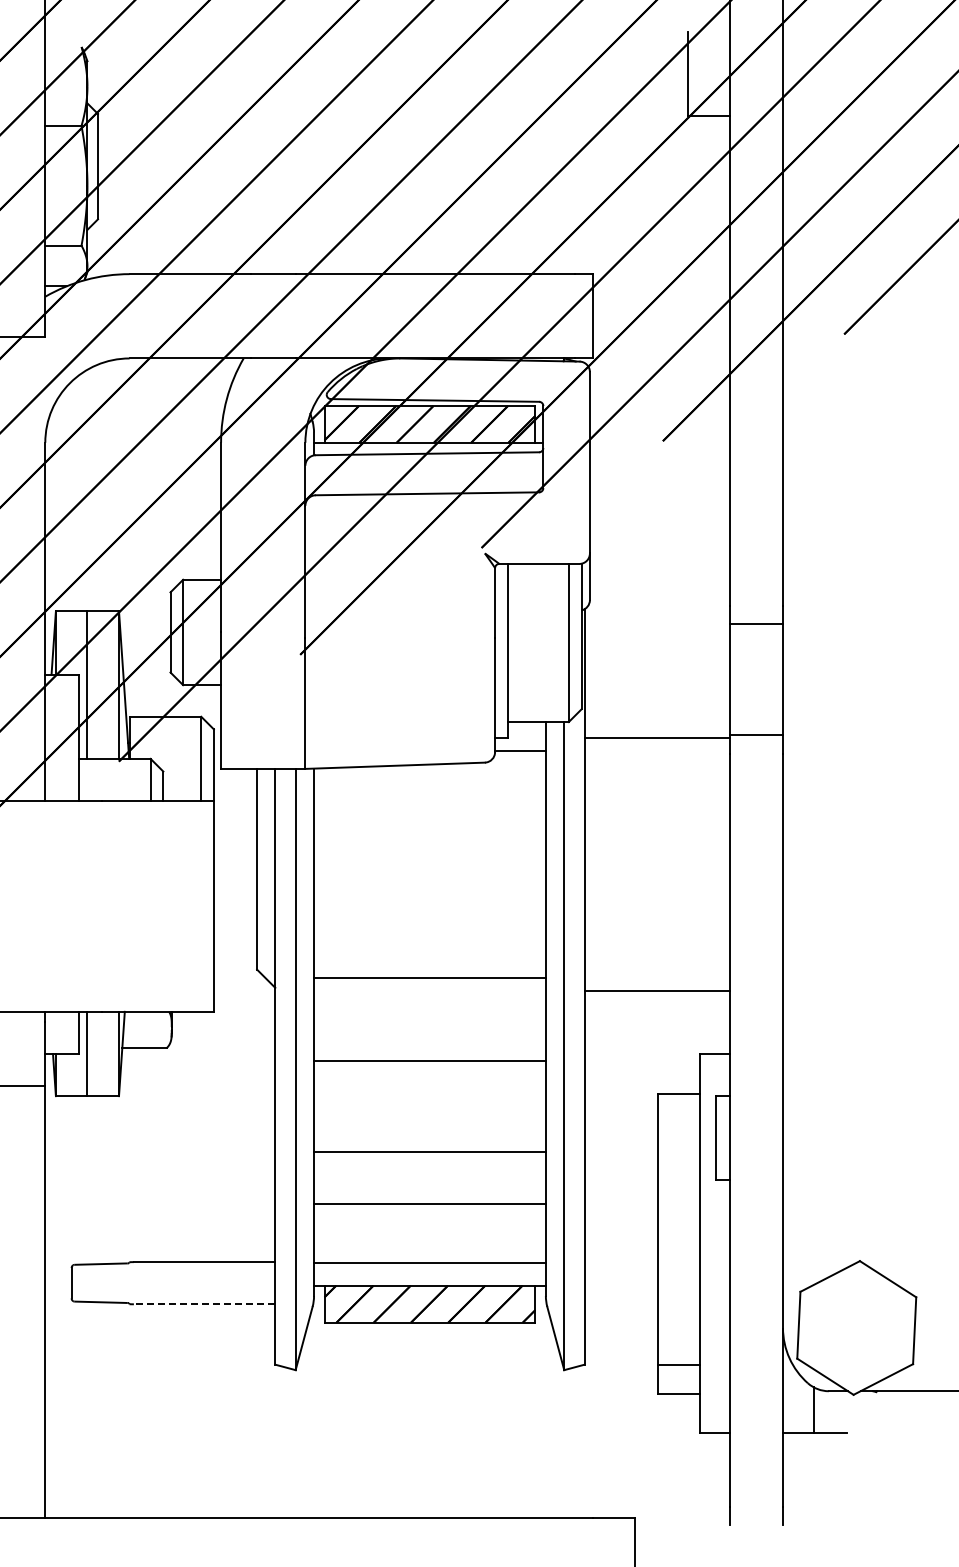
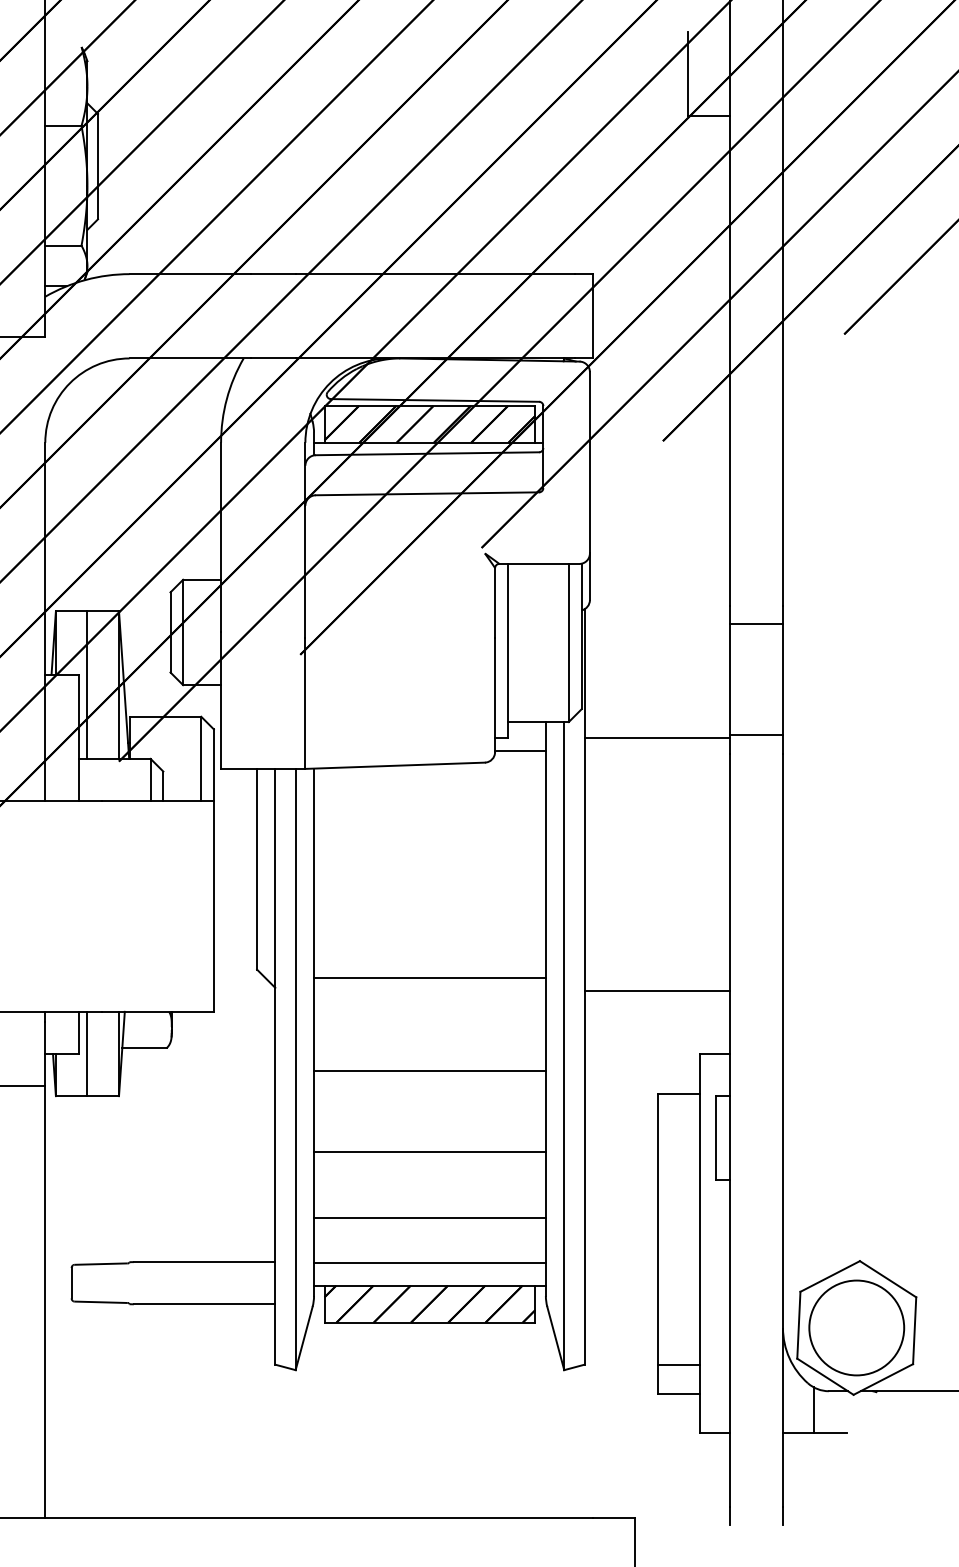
line at (429, 1060) position: (429, 1060) -> (429, 1070)
line at (429, 1203) position: (429, 1203) -> (429, 1217)
line at (204, 1304): dashed -> solid
circle at (856, 1327): none -> present
